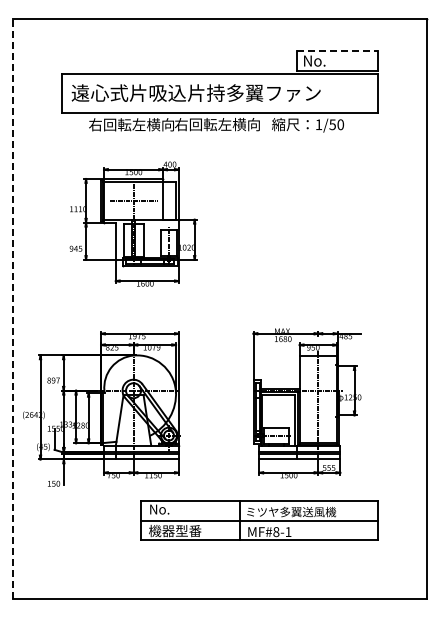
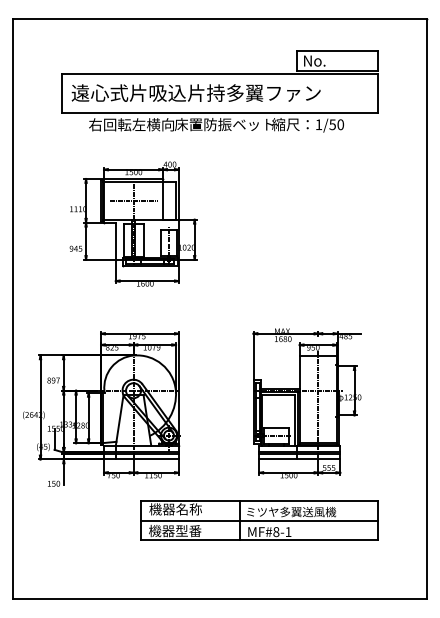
line at (337, 50): dashed -> solid
text at (223, 124): 右回転左横向 -> 床置防振ベット
line at (13, 308): dashed -> solid
text at (175, 509): No. -> 機器名称
